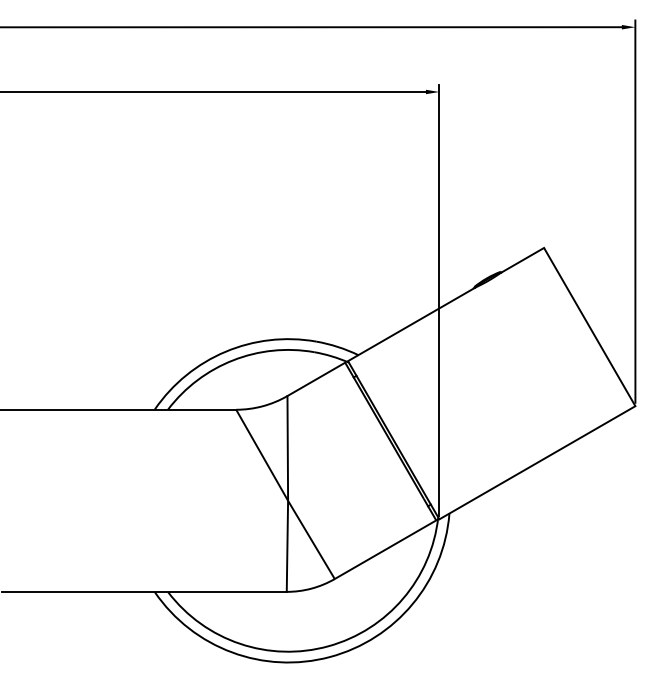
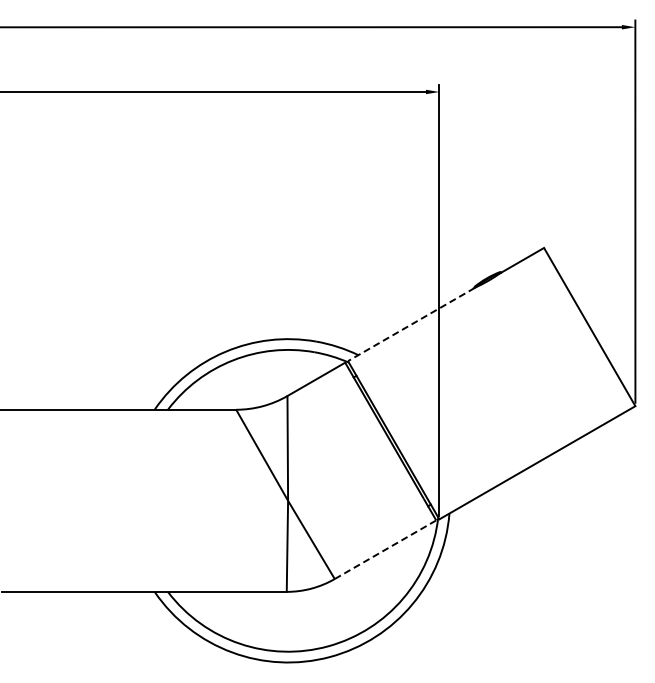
line at (410, 324): solid -> dashed
line at (385, 549): solid -> dashed
